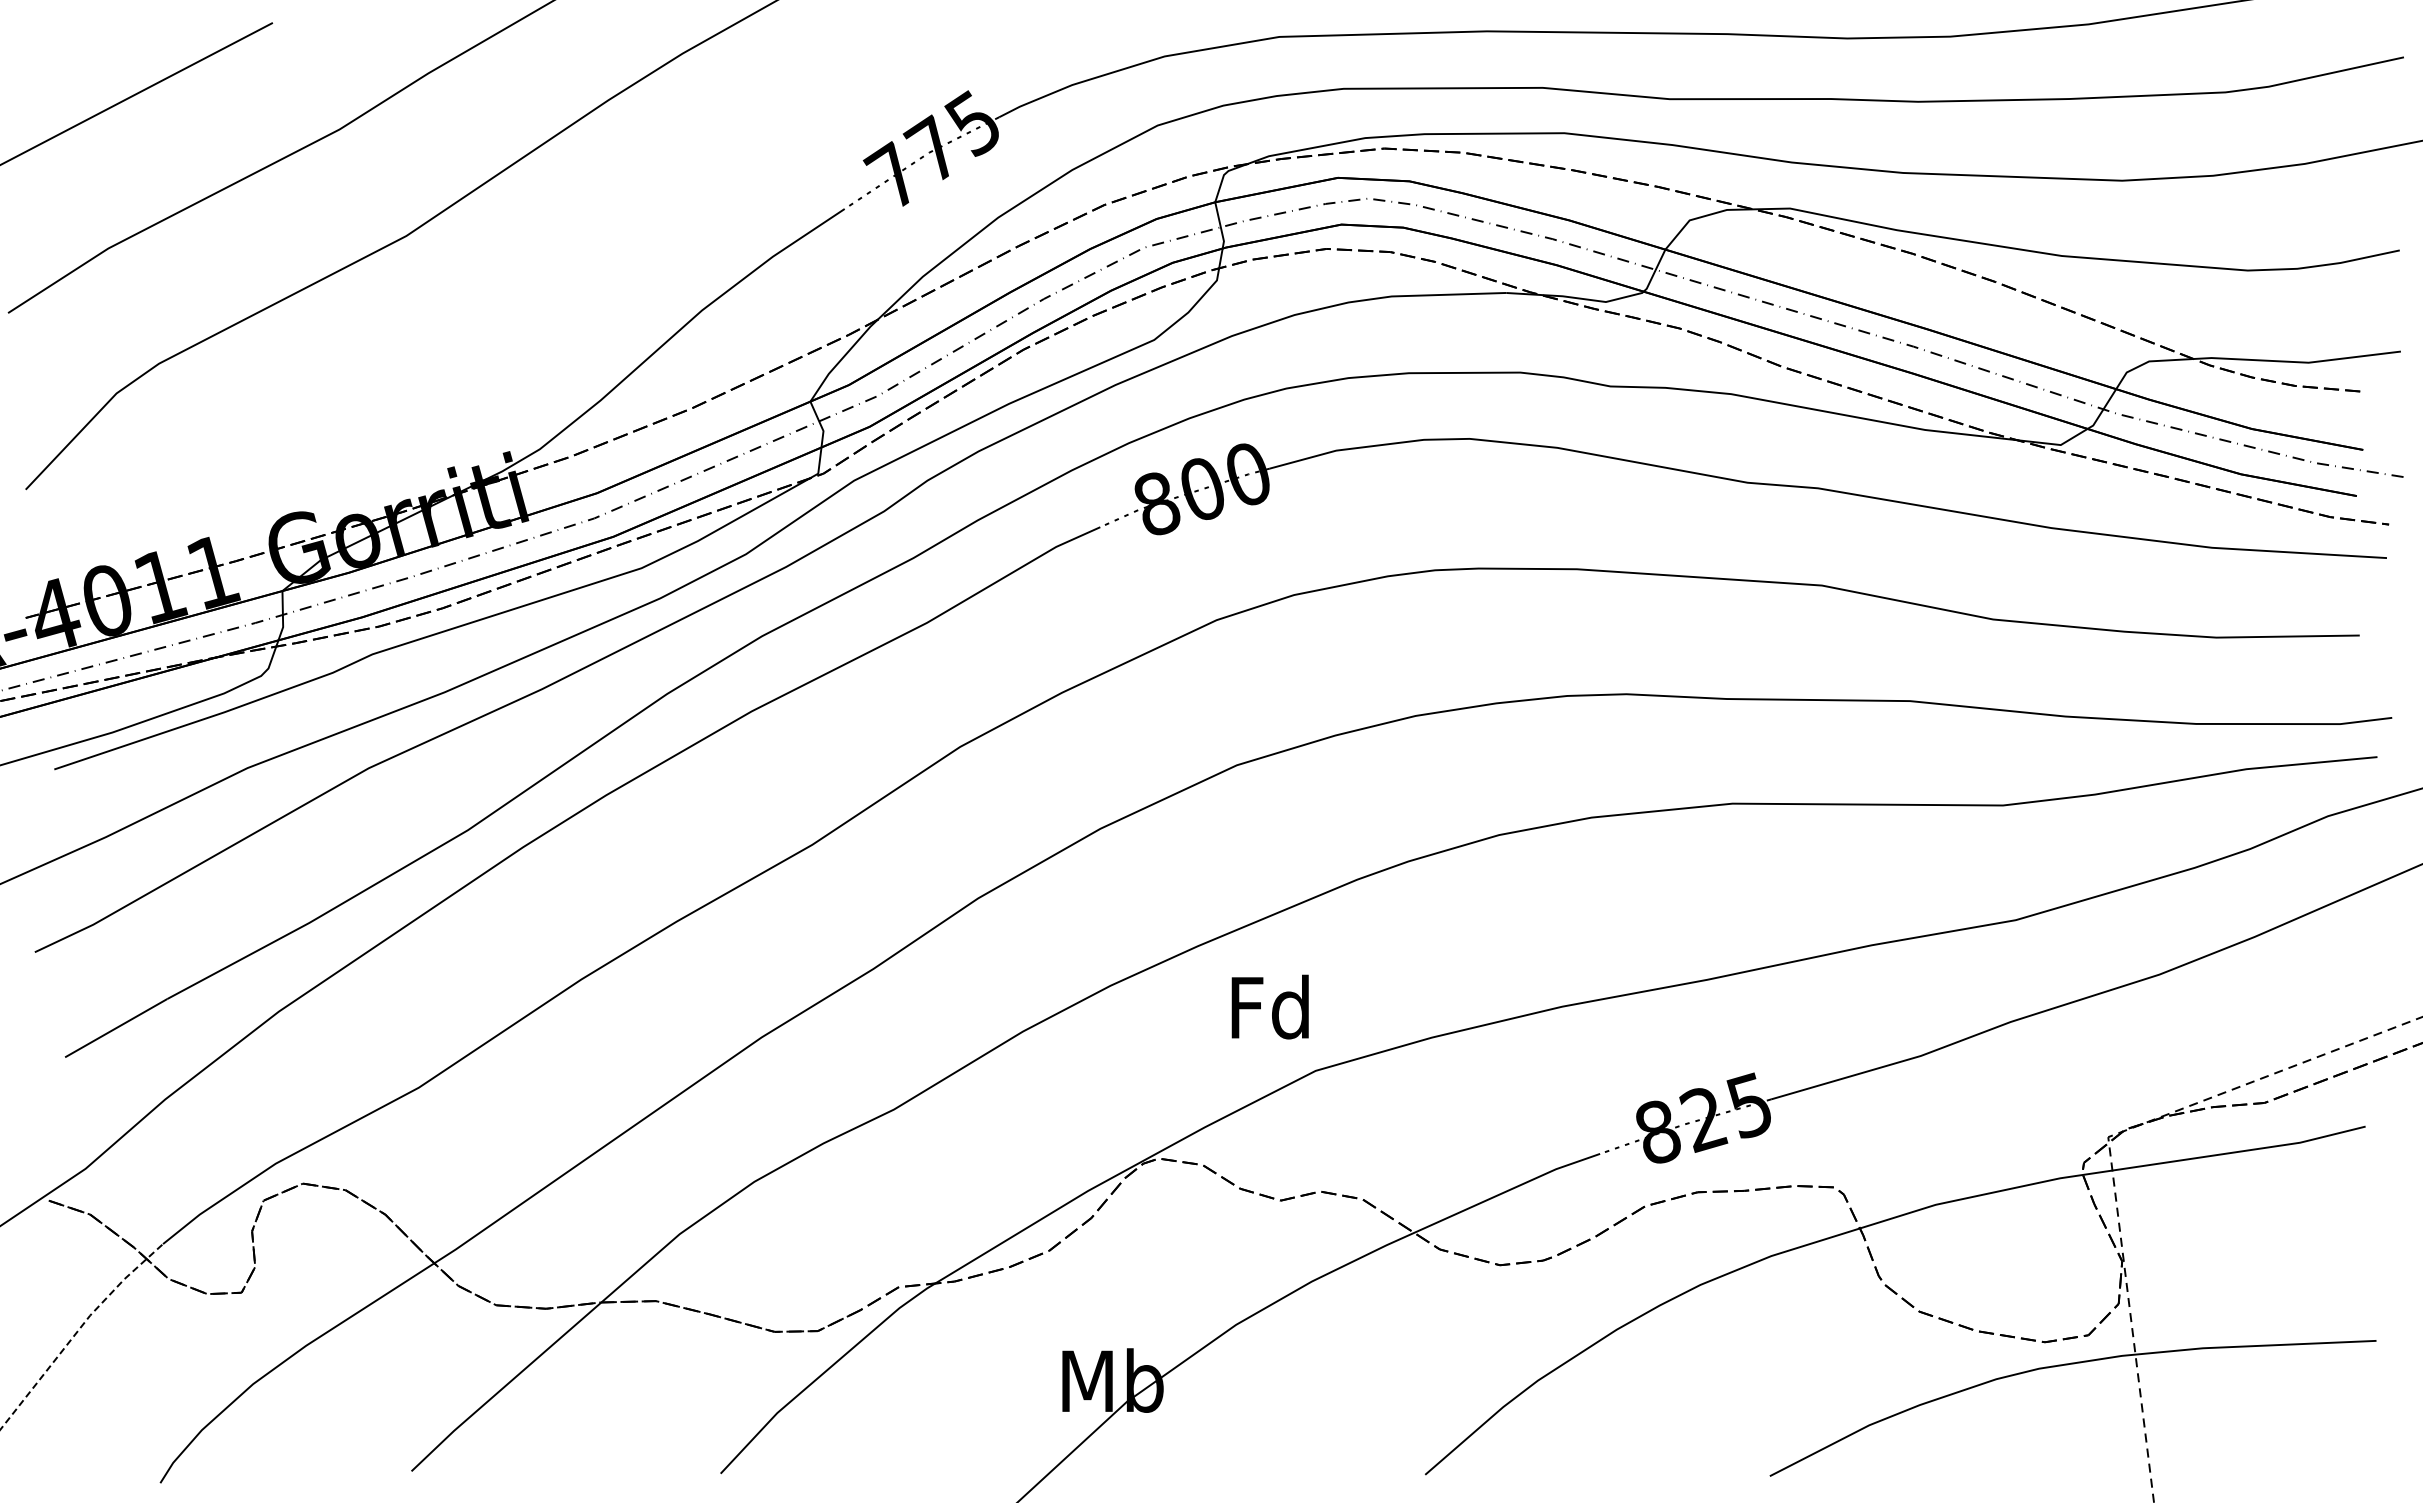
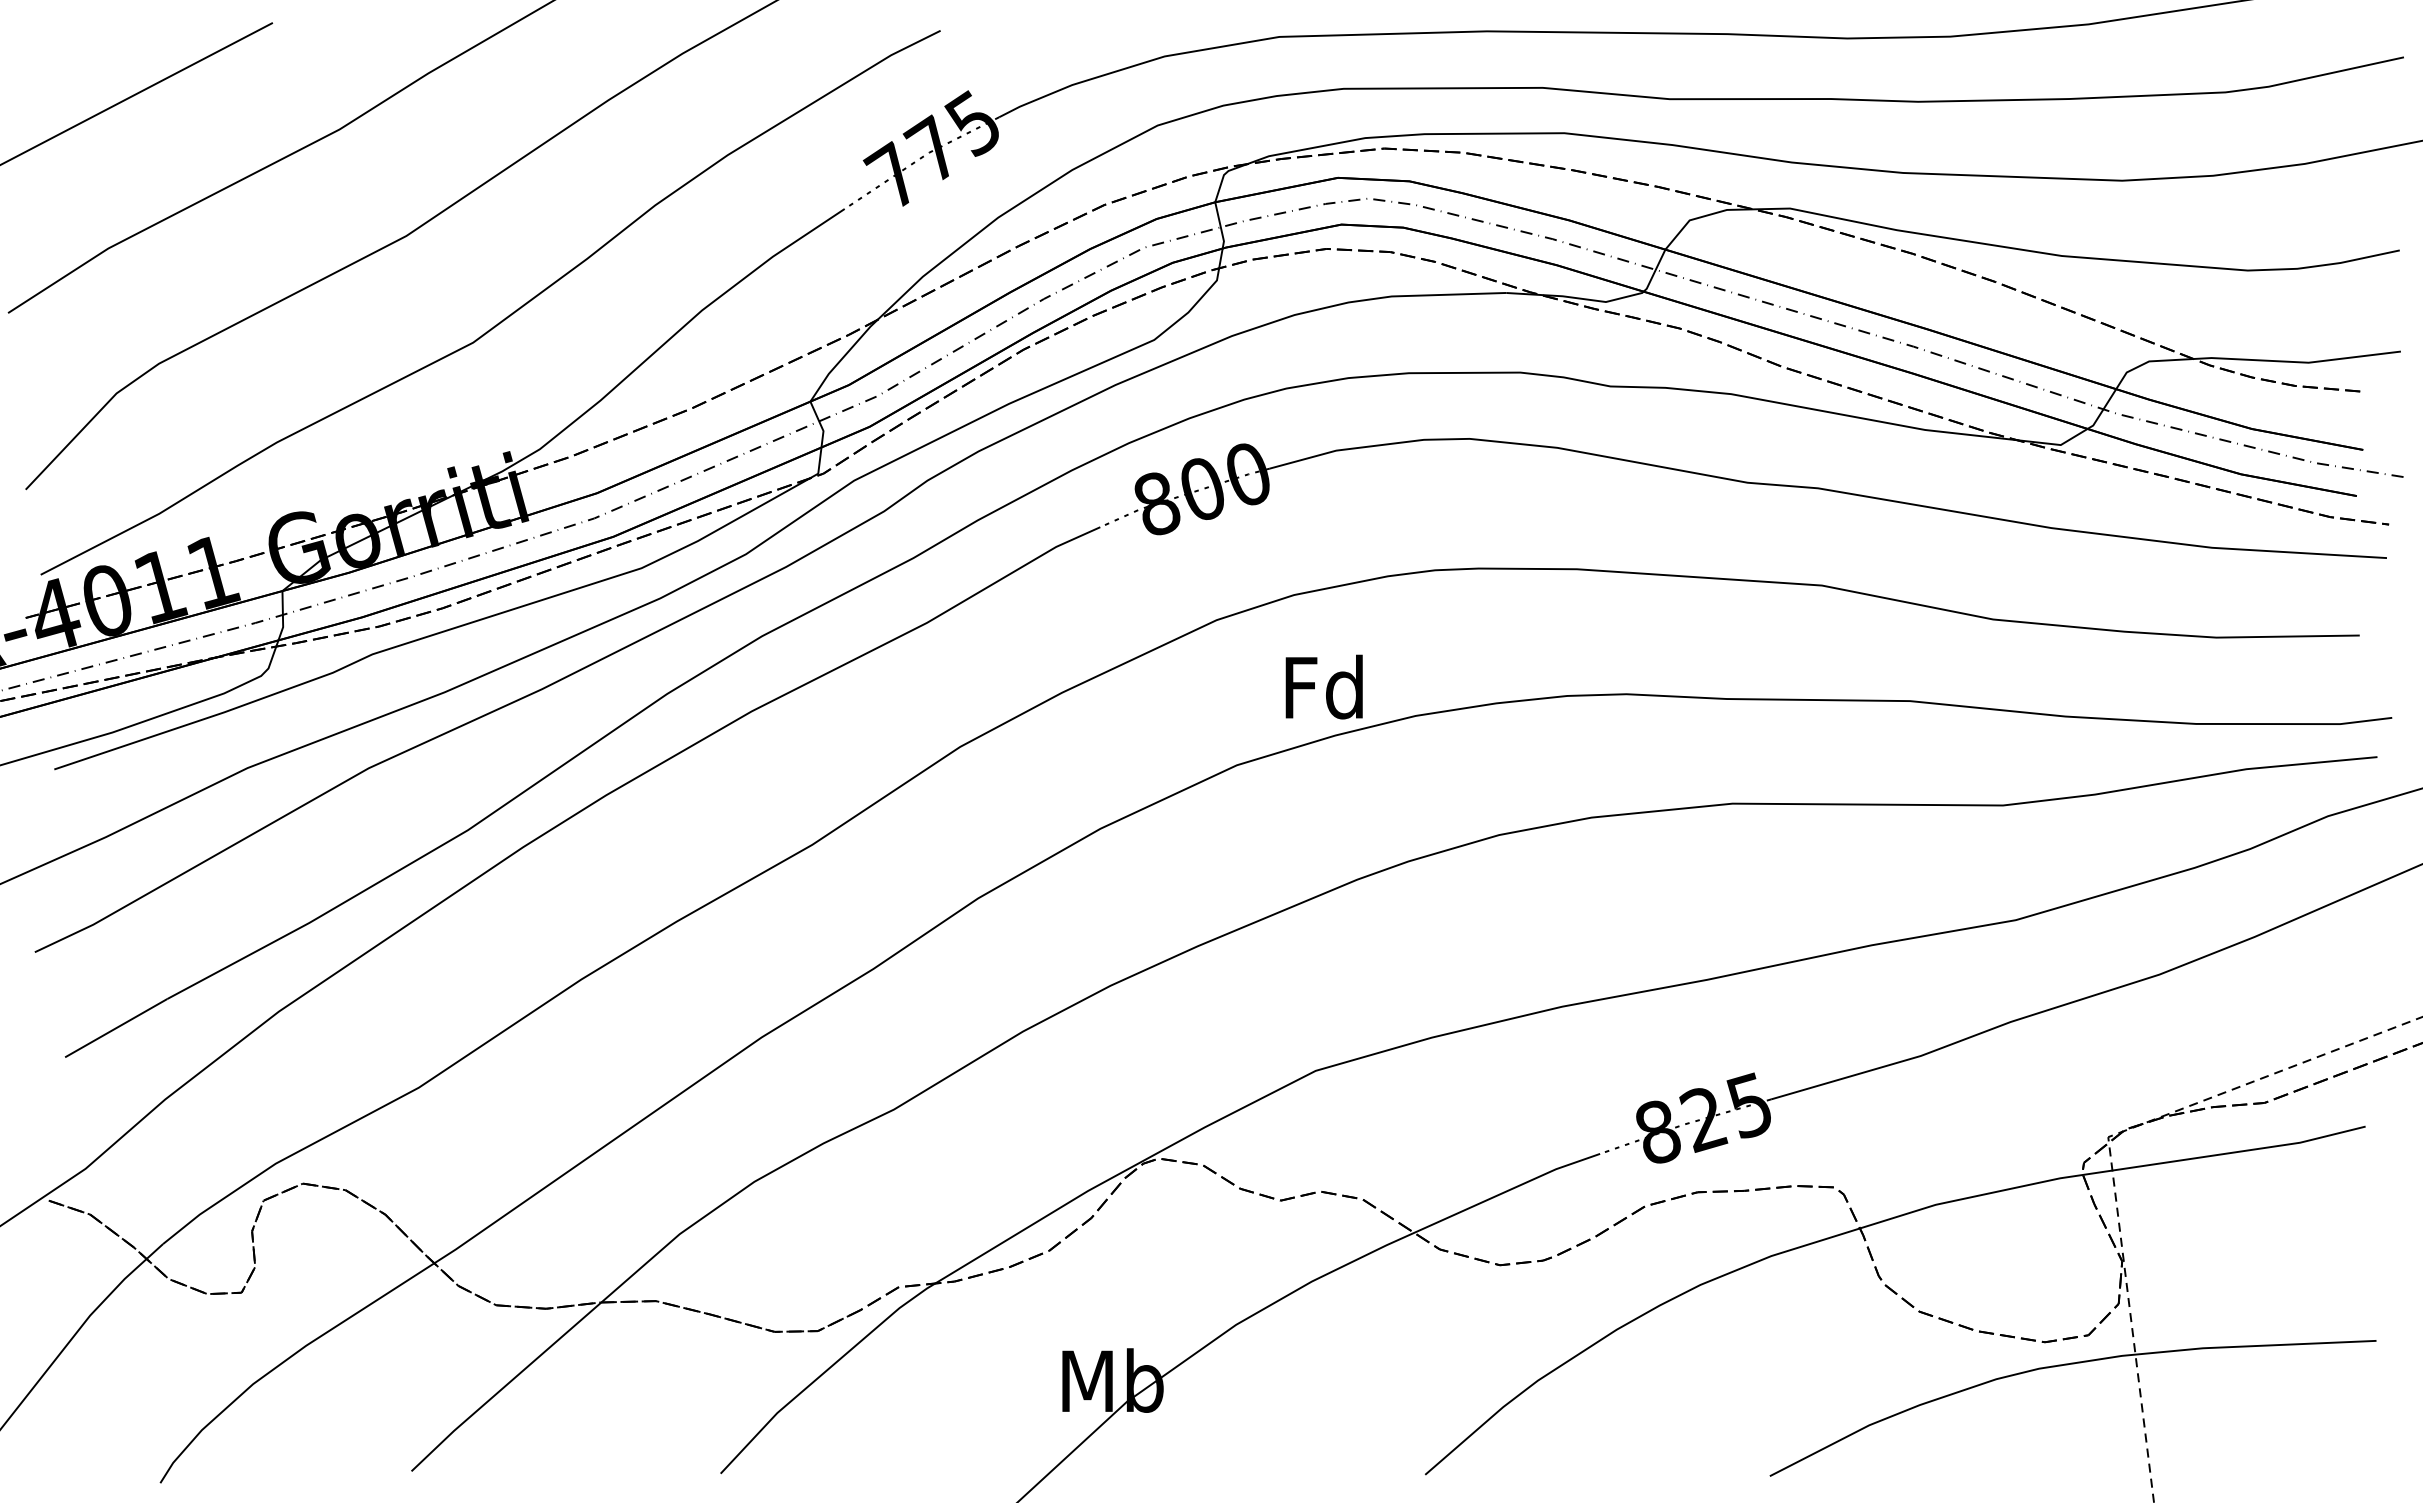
curve at (502, 319): none -> present
text at (1269, 1006) position: (1269, 1006) -> (1323, 686)
line at (77, 1331): dashed -> solid
